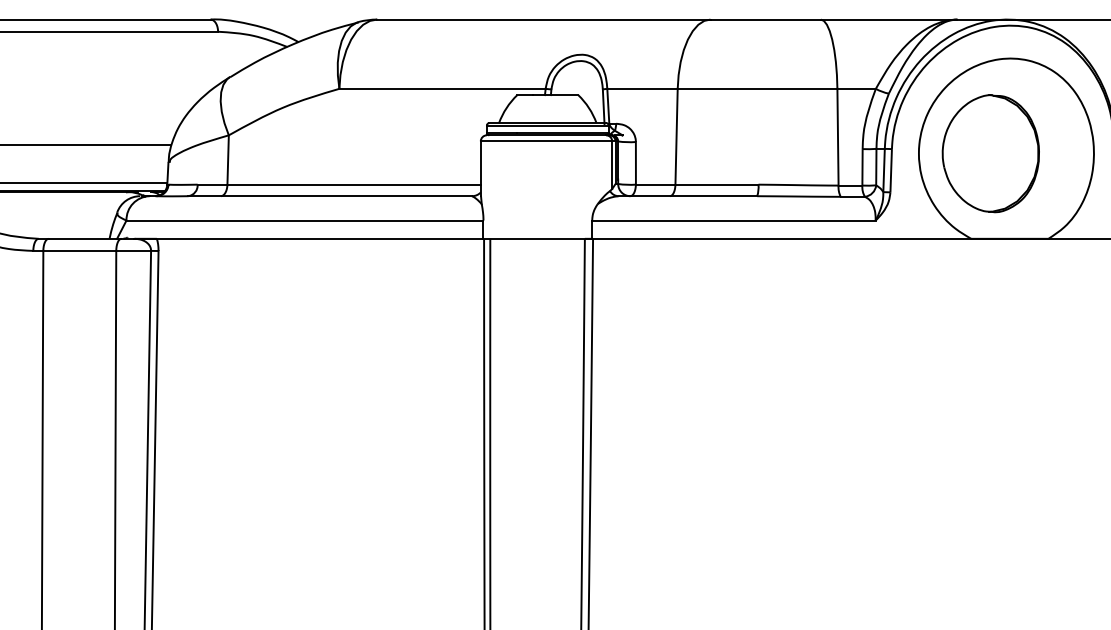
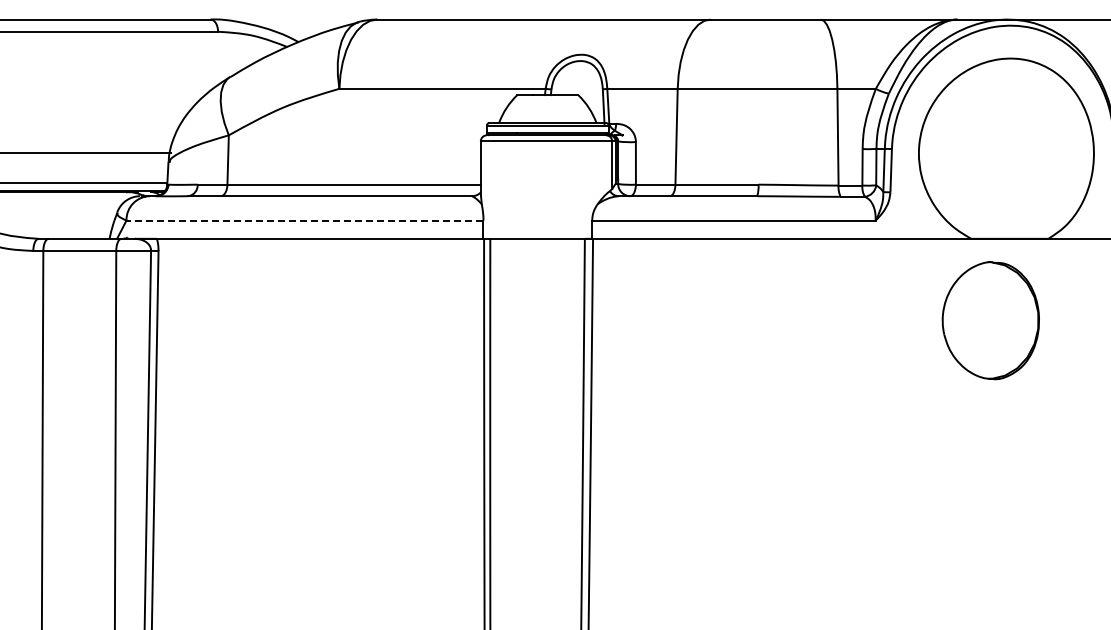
line at (86, 145) position: (86, 145) -> (86, 153)
part at (990, 153) position: (990, 153) -> (990, 320)
line at (304, 220): solid -> dashed
